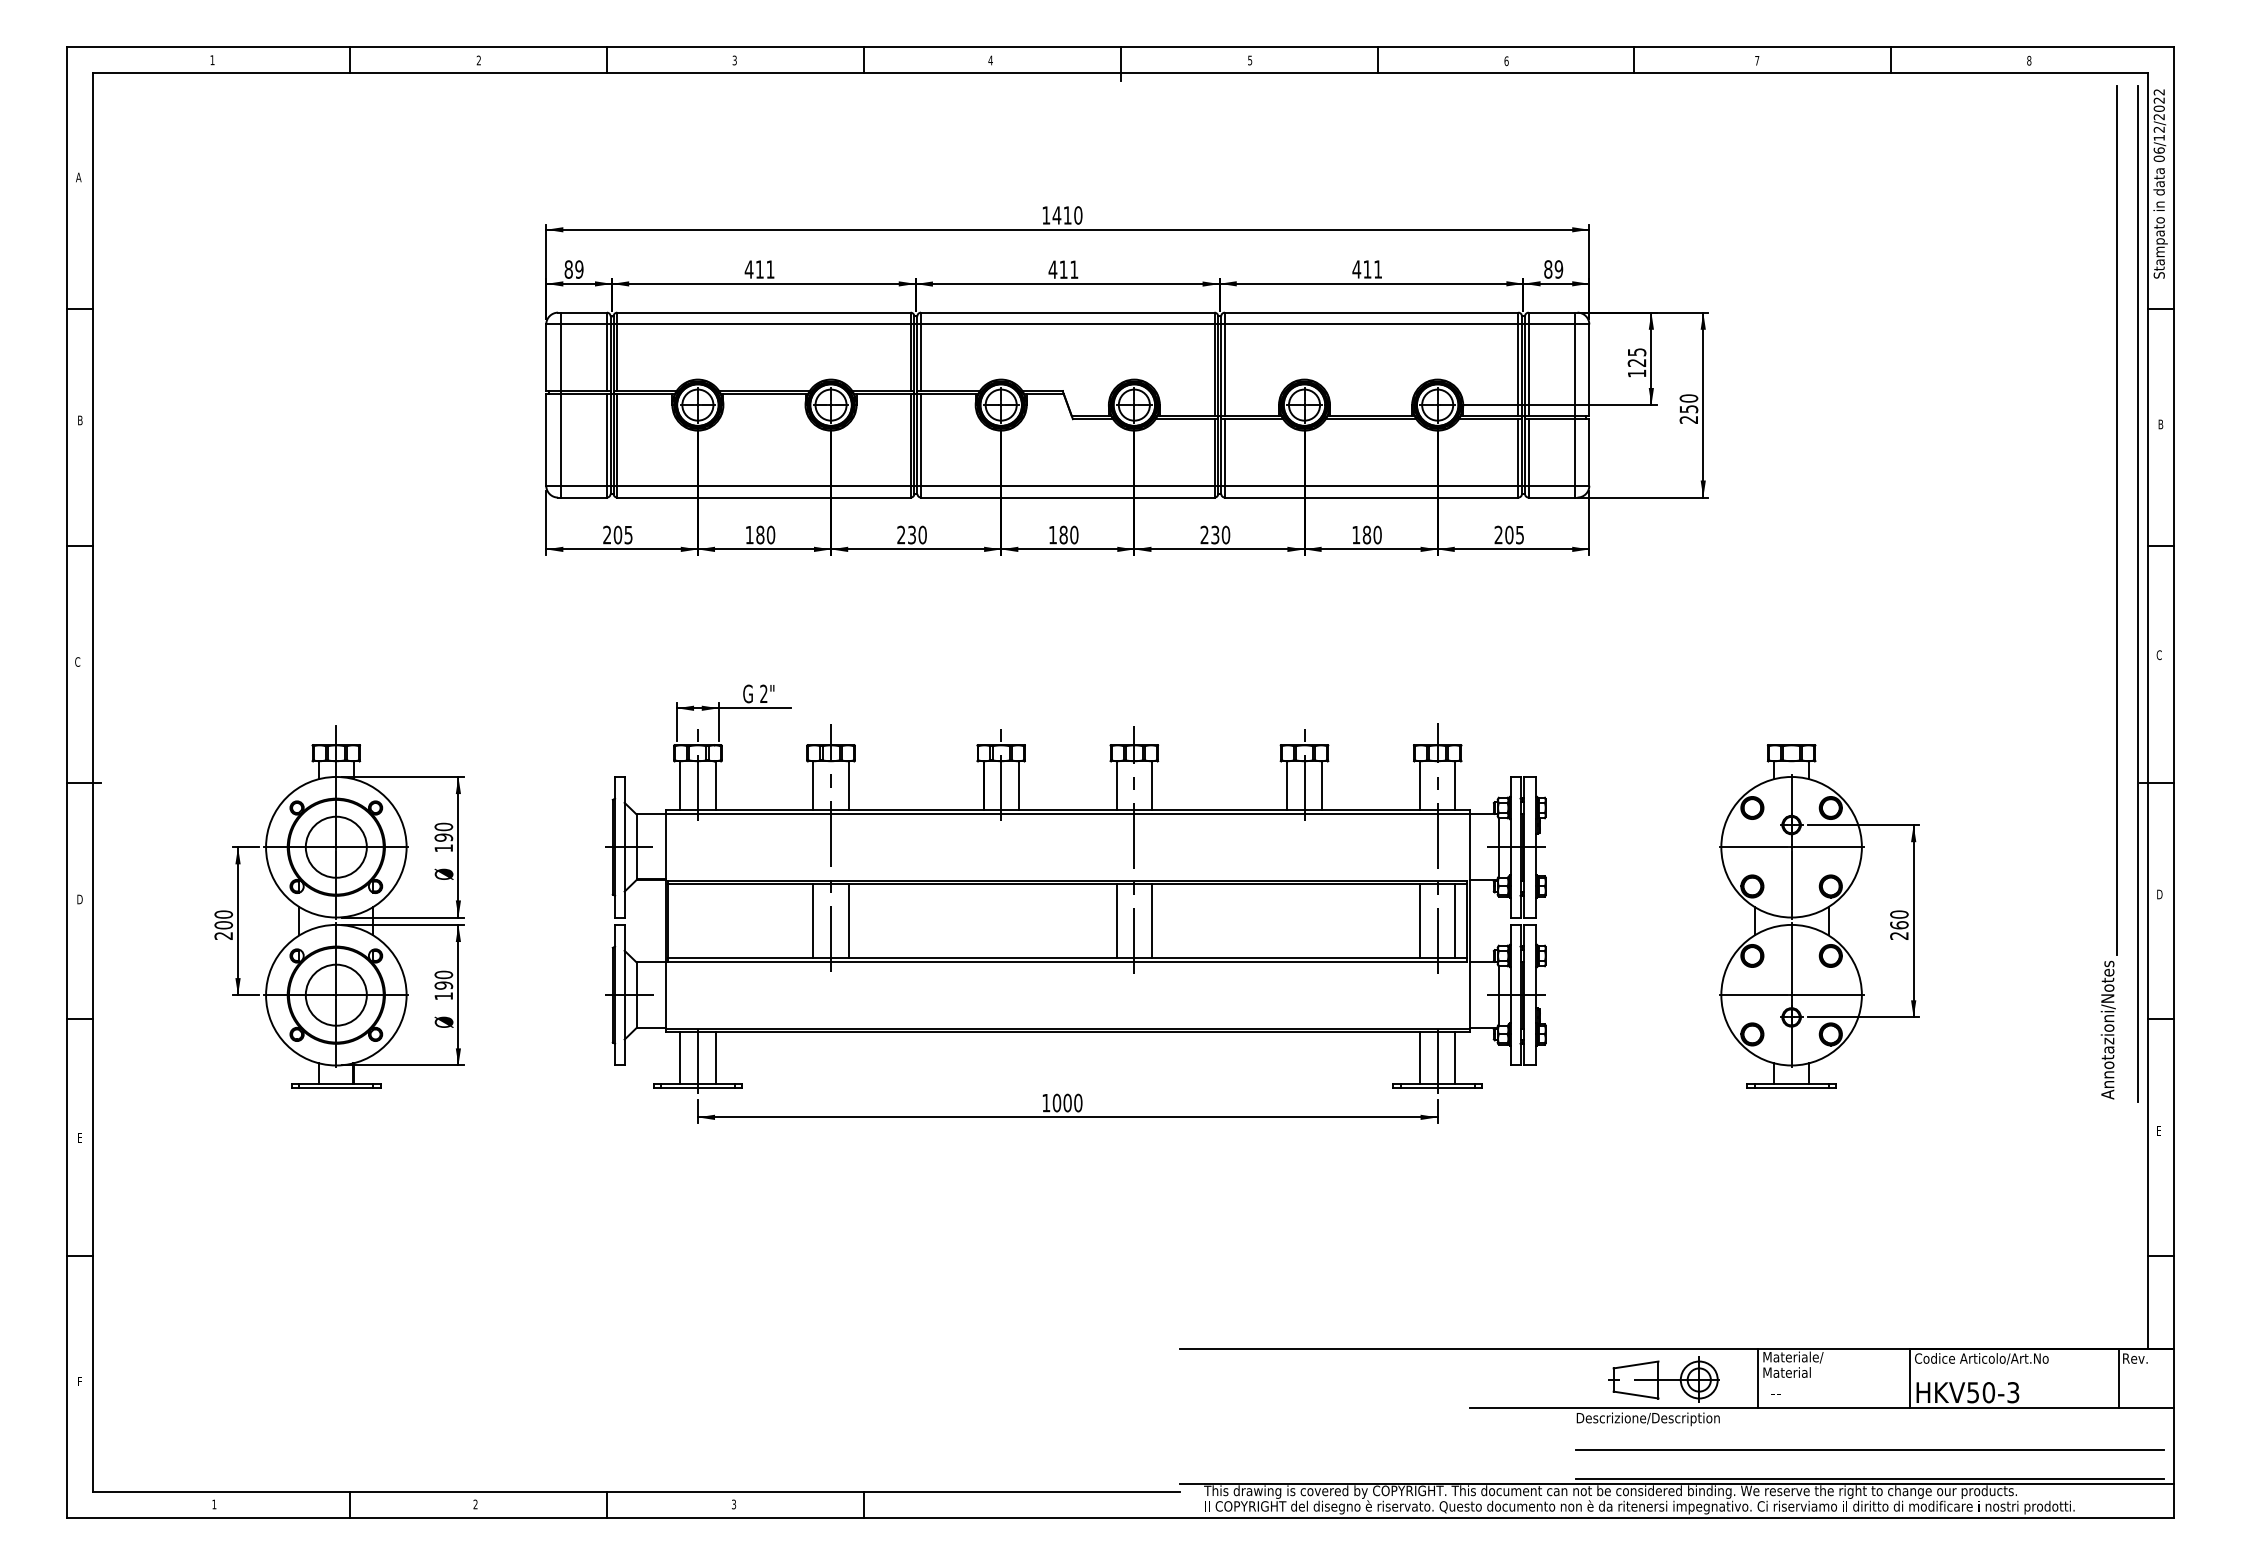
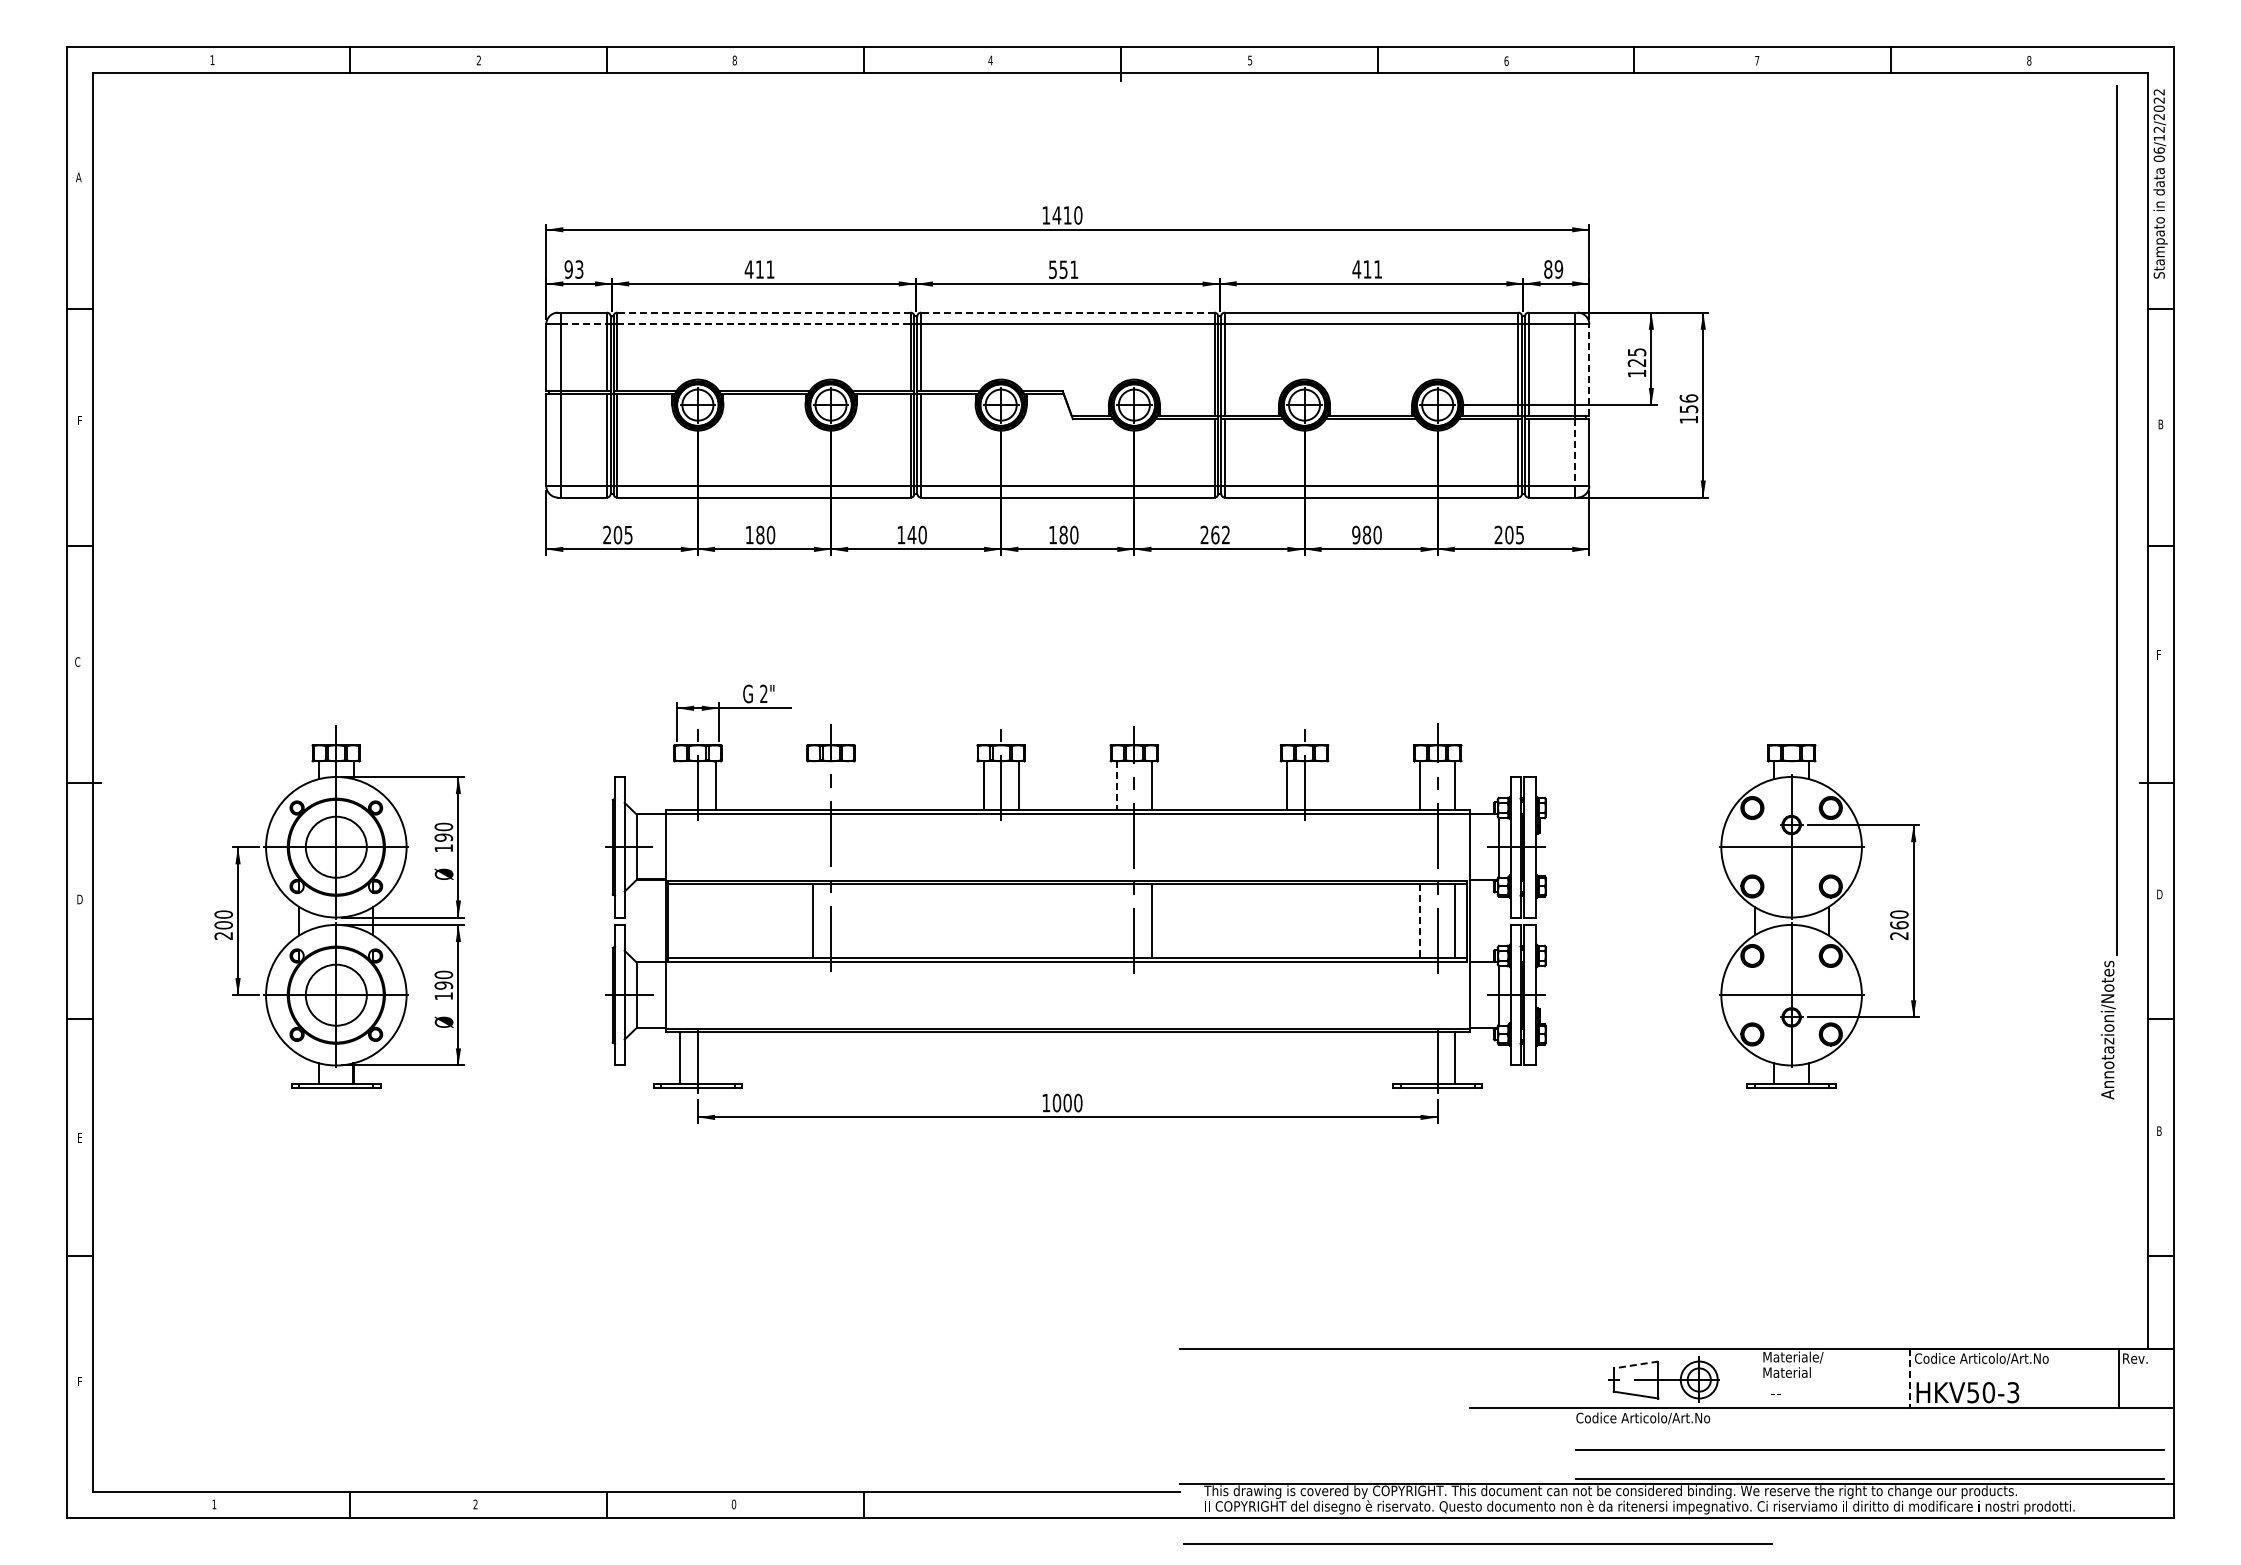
text at (734, 60): 3 -> 8
text at (573, 269): 89 -> 93
text at (1057, 269): 411 -> 551
line at (763, 312): solid -> dashed
line at (1067, 312): solid -> dashed
line at (583, 324): solid -> dashed
line at (763, 324): solid -> dashed
line at (1589, 370): solid -> dashed
text at (1688, 408): 250 -> 156
text at (80, 420): B -> F
line at (1574, 452): solid -> dashed
text at (906, 534): 230 -> 140
text at (1220, 534): 230 -> 262
text at (1356, 534): 180 -> 980
line at (2137, 593): present -> none
text at (2158, 655): C -> F
line at (680, 785): present -> none
line at (813, 785): present -> none
line at (848, 785): present -> none
line at (1322, 785): present -> none
line at (1116, 786): solid -> dashed
line at (848, 921): present -> none
line at (1116, 921): present -> none
line at (1420, 921): solid -> dashed
line at (715, 1057): present -> none
line at (1419, 1057): present -> none
text at (2159, 1130): E -> B
line at (1636, 1364): solid -> dashed
line at (1757, 1378): present -> none
line at (1910, 1378): solid -> dashed
text at (1647, 1419): Descrizione/Description -> Codice Articolo/Art.No
text at (733, 1504): 3 -> 0
line at (1477, 1543): none -> present
